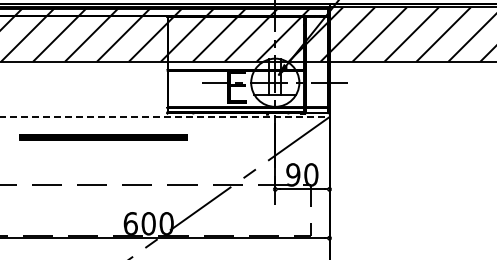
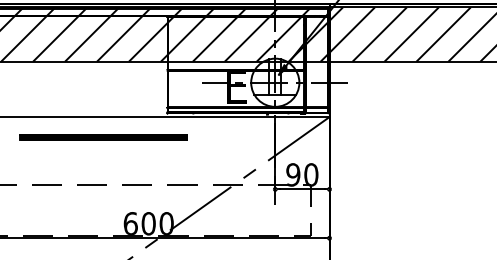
line at (165, 117): dashed -> solid
